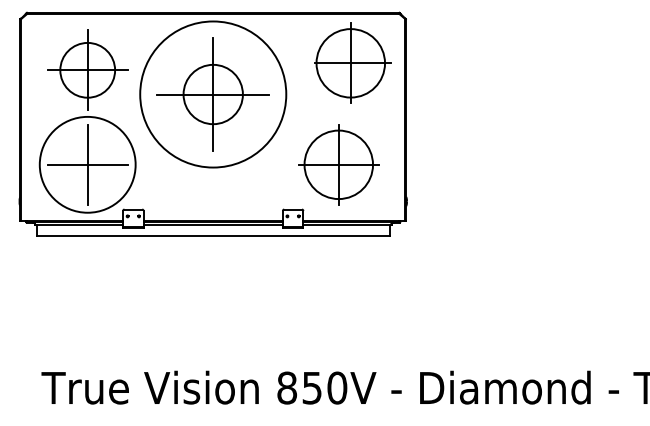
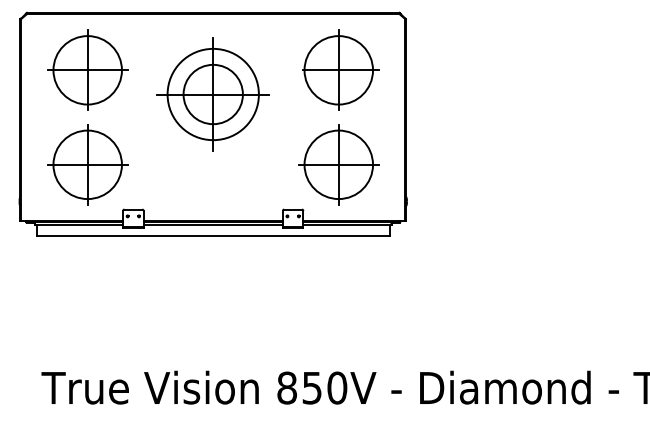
part at (352, 62) position: (352, 62) -> (340, 69)
circle at (87, 69) diameter: 55 px -> 68 px
circle at (213, 94) diameter: 146 px -> 91 px
circle at (87, 164) diameter: 96 px -> 68 px
